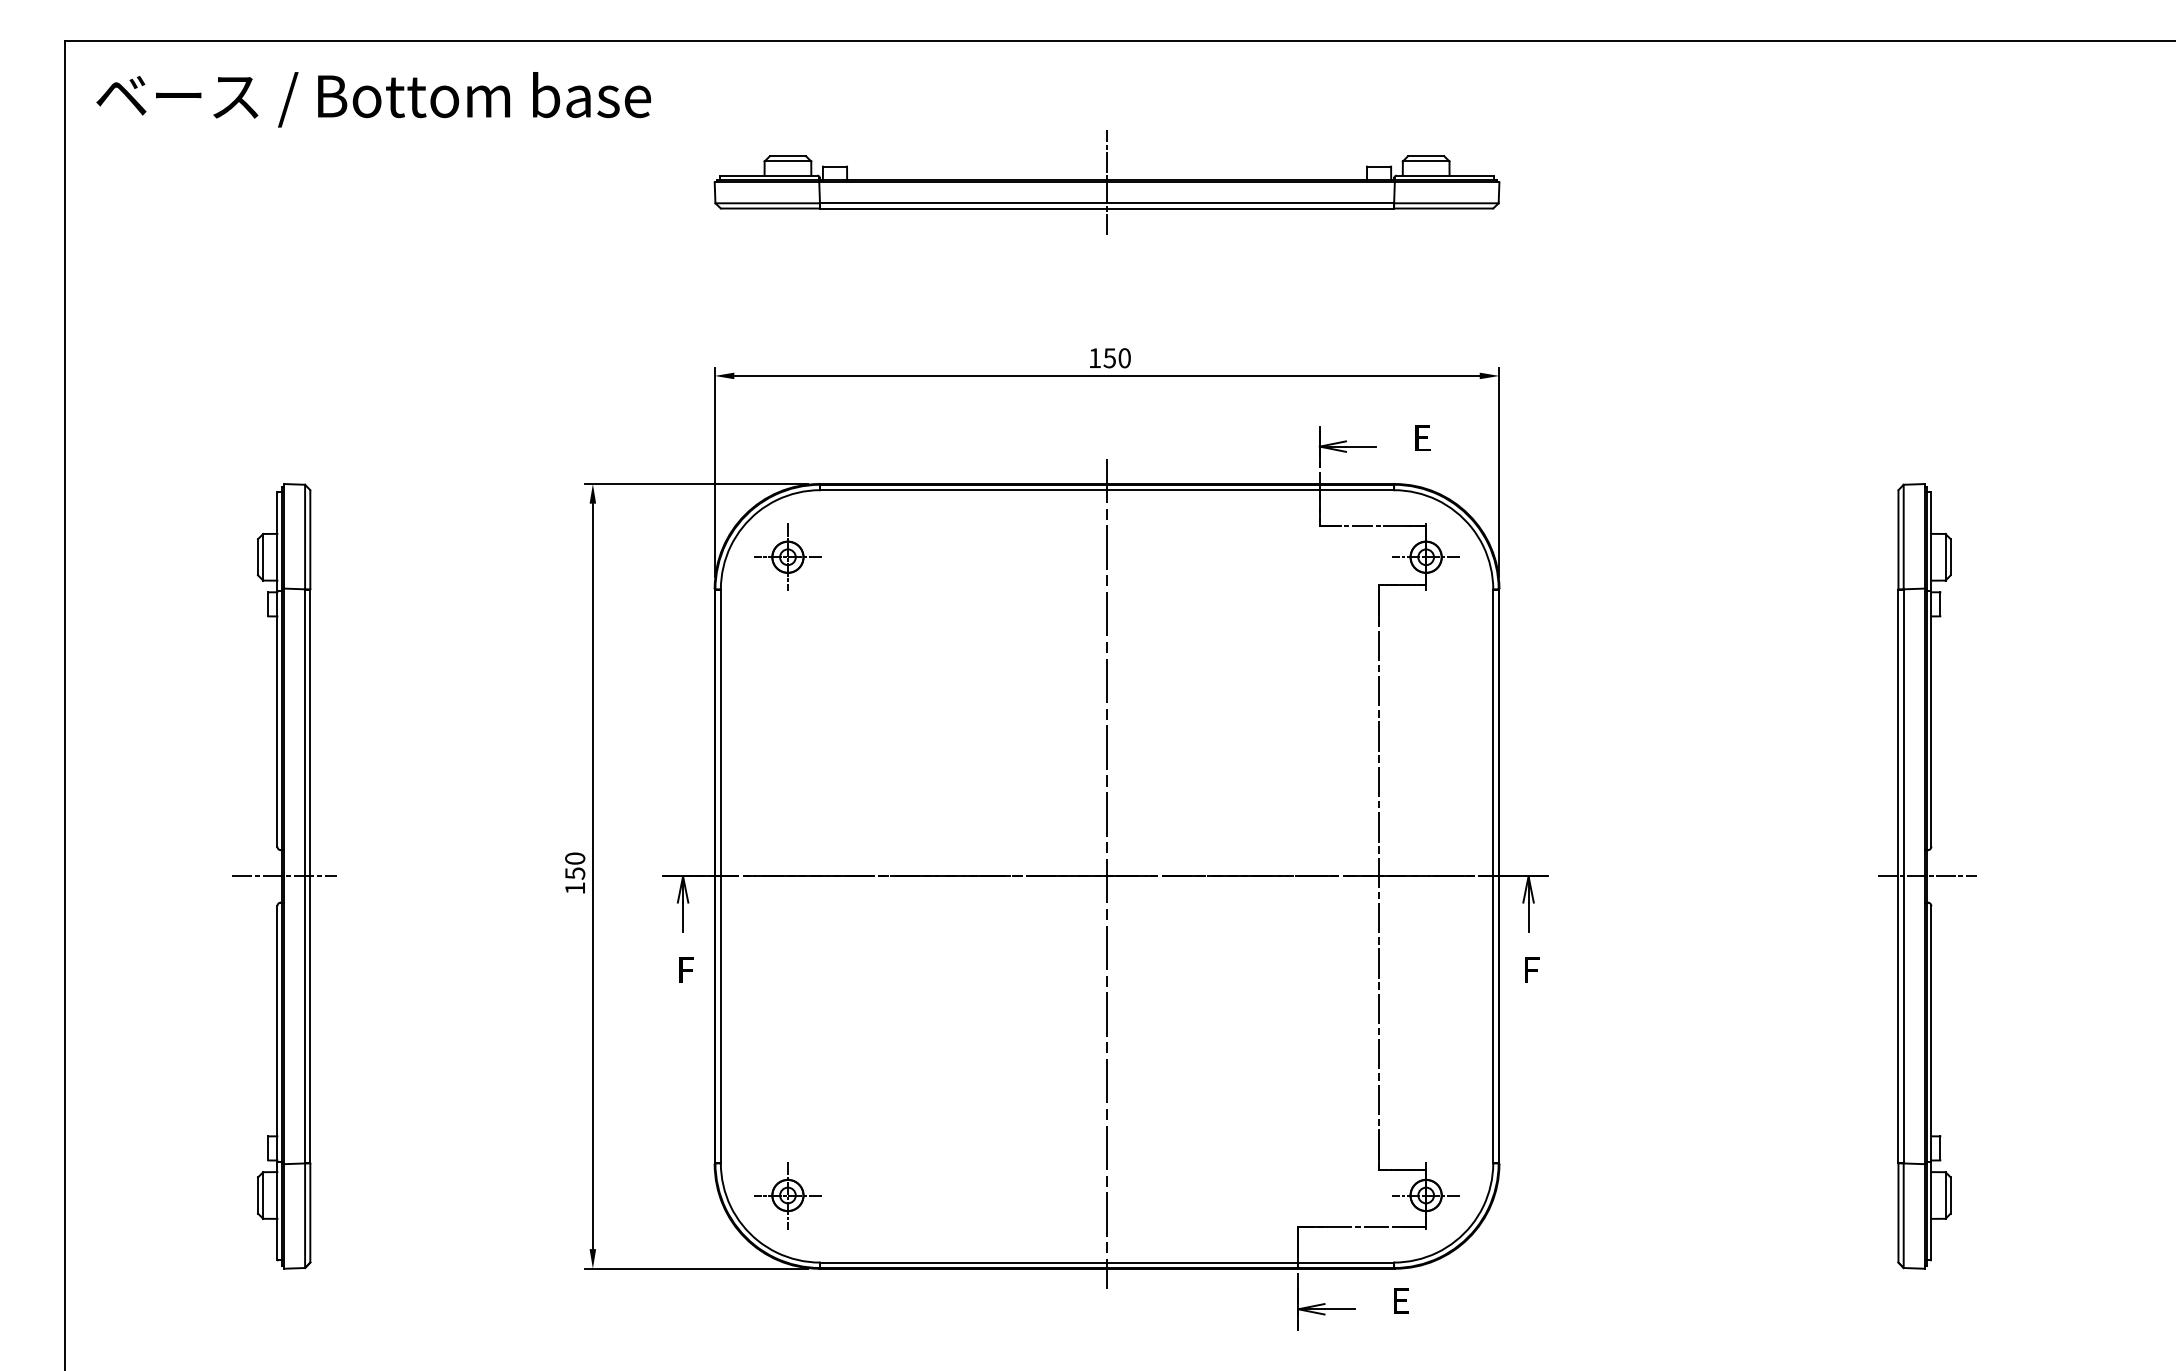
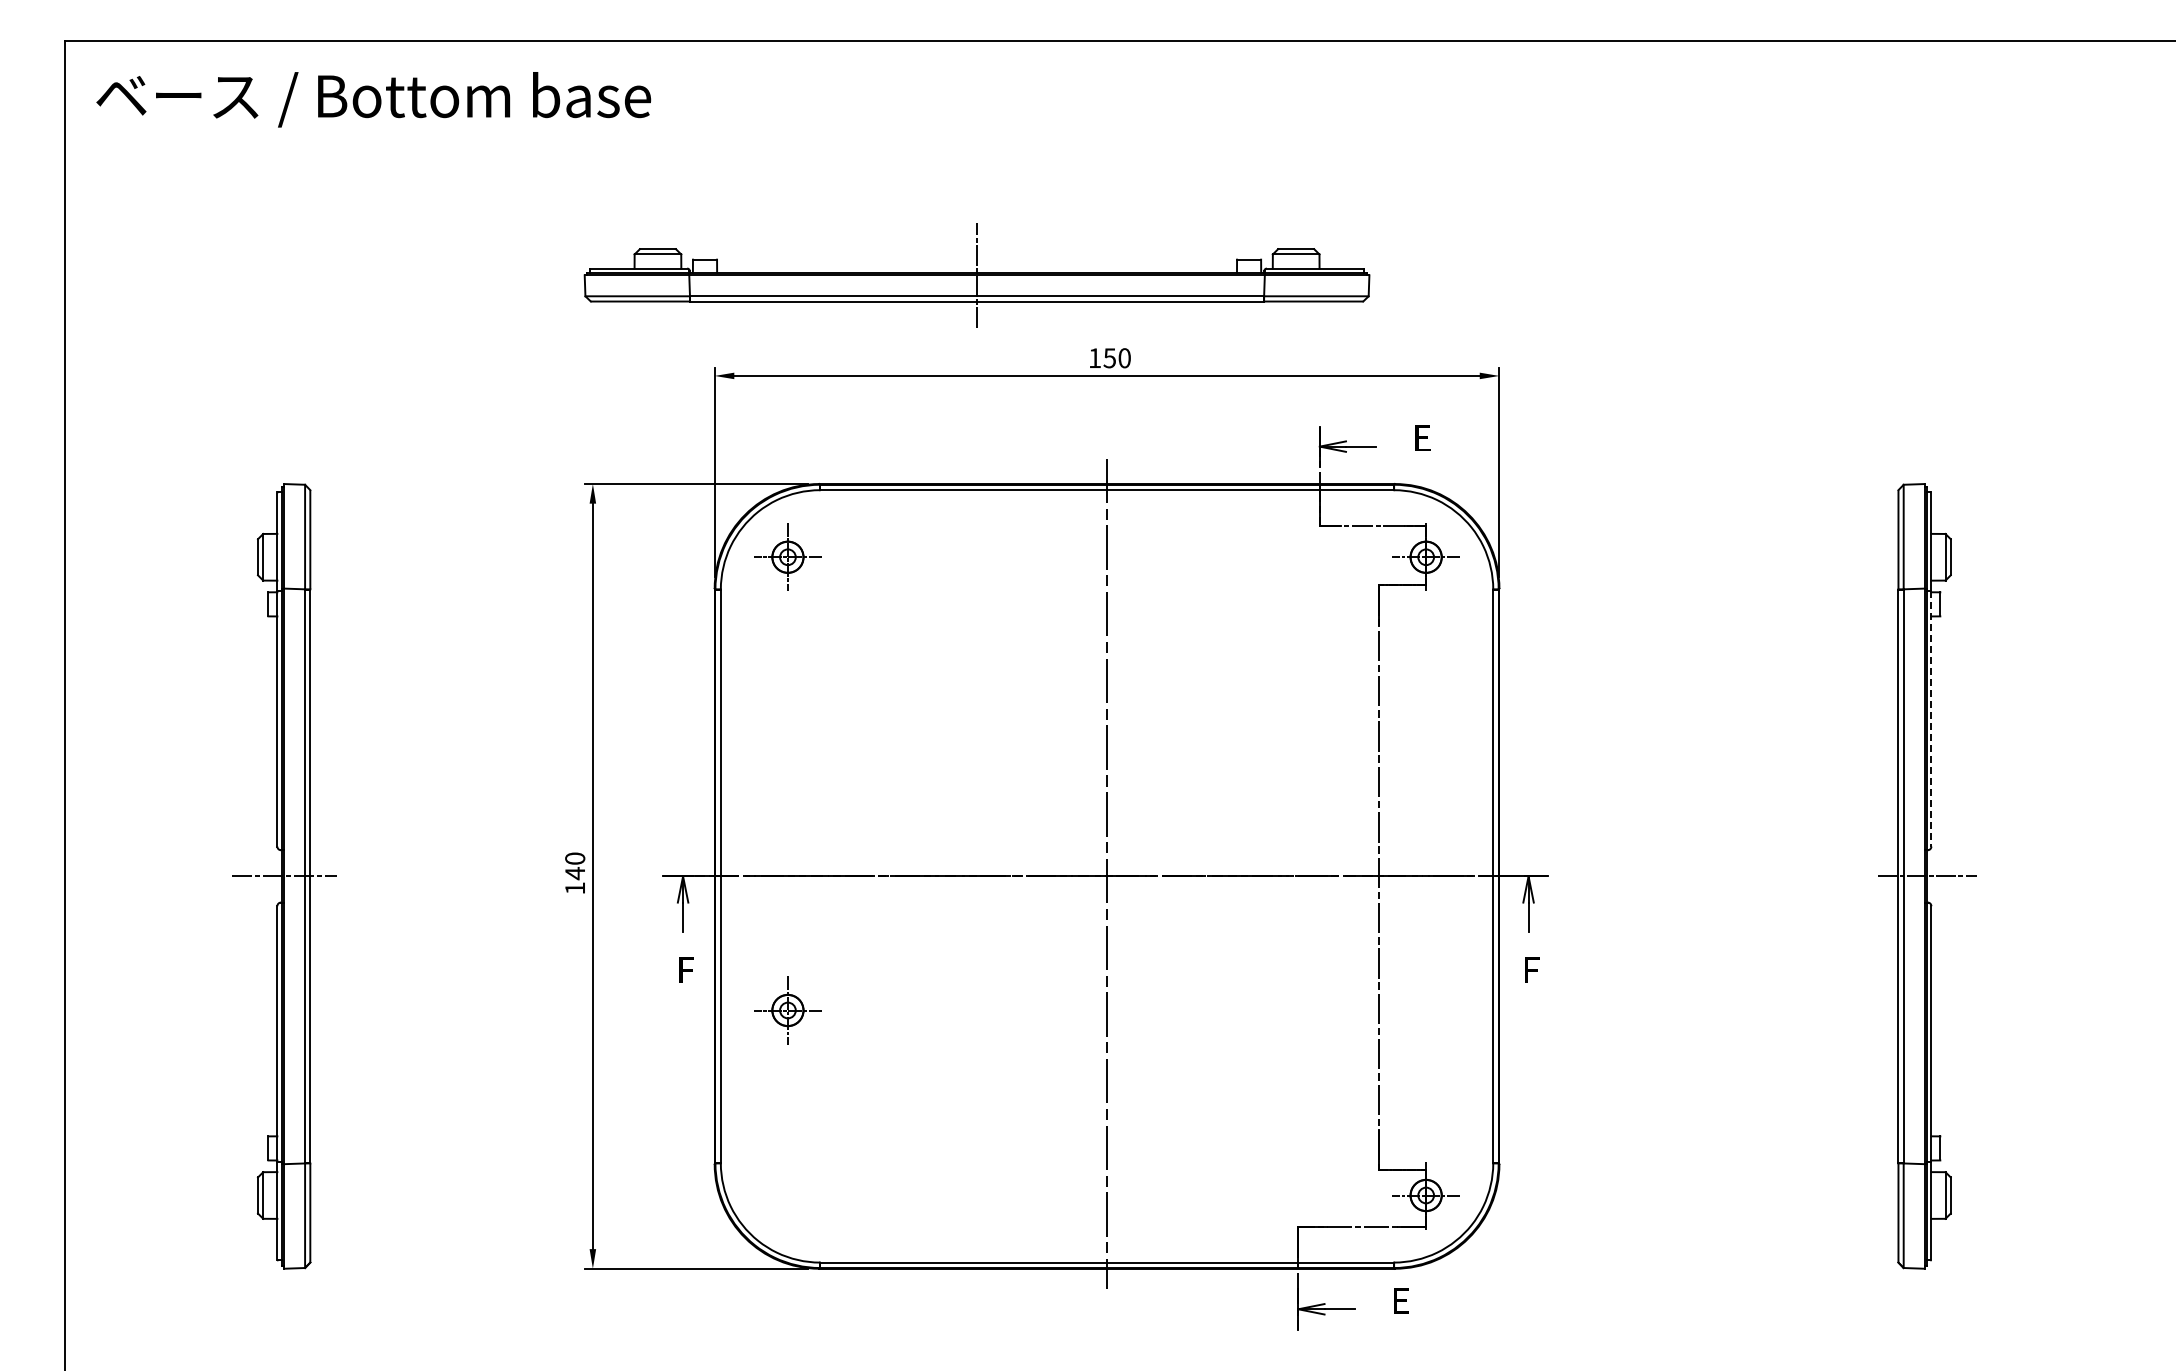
part at (1106, 182) position: (1106, 182) -> (976, 275)
line at (1931, 718): solid -> dashed
text at (575, 873): 150 -> 140
part at (787, 1195) position: (787, 1195) -> (787, 1010)
